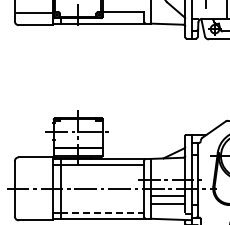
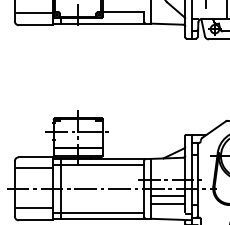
line at (34, 168): none -> present
line at (34, 207): none -> present
line at (102, 212): dashed -> solid
